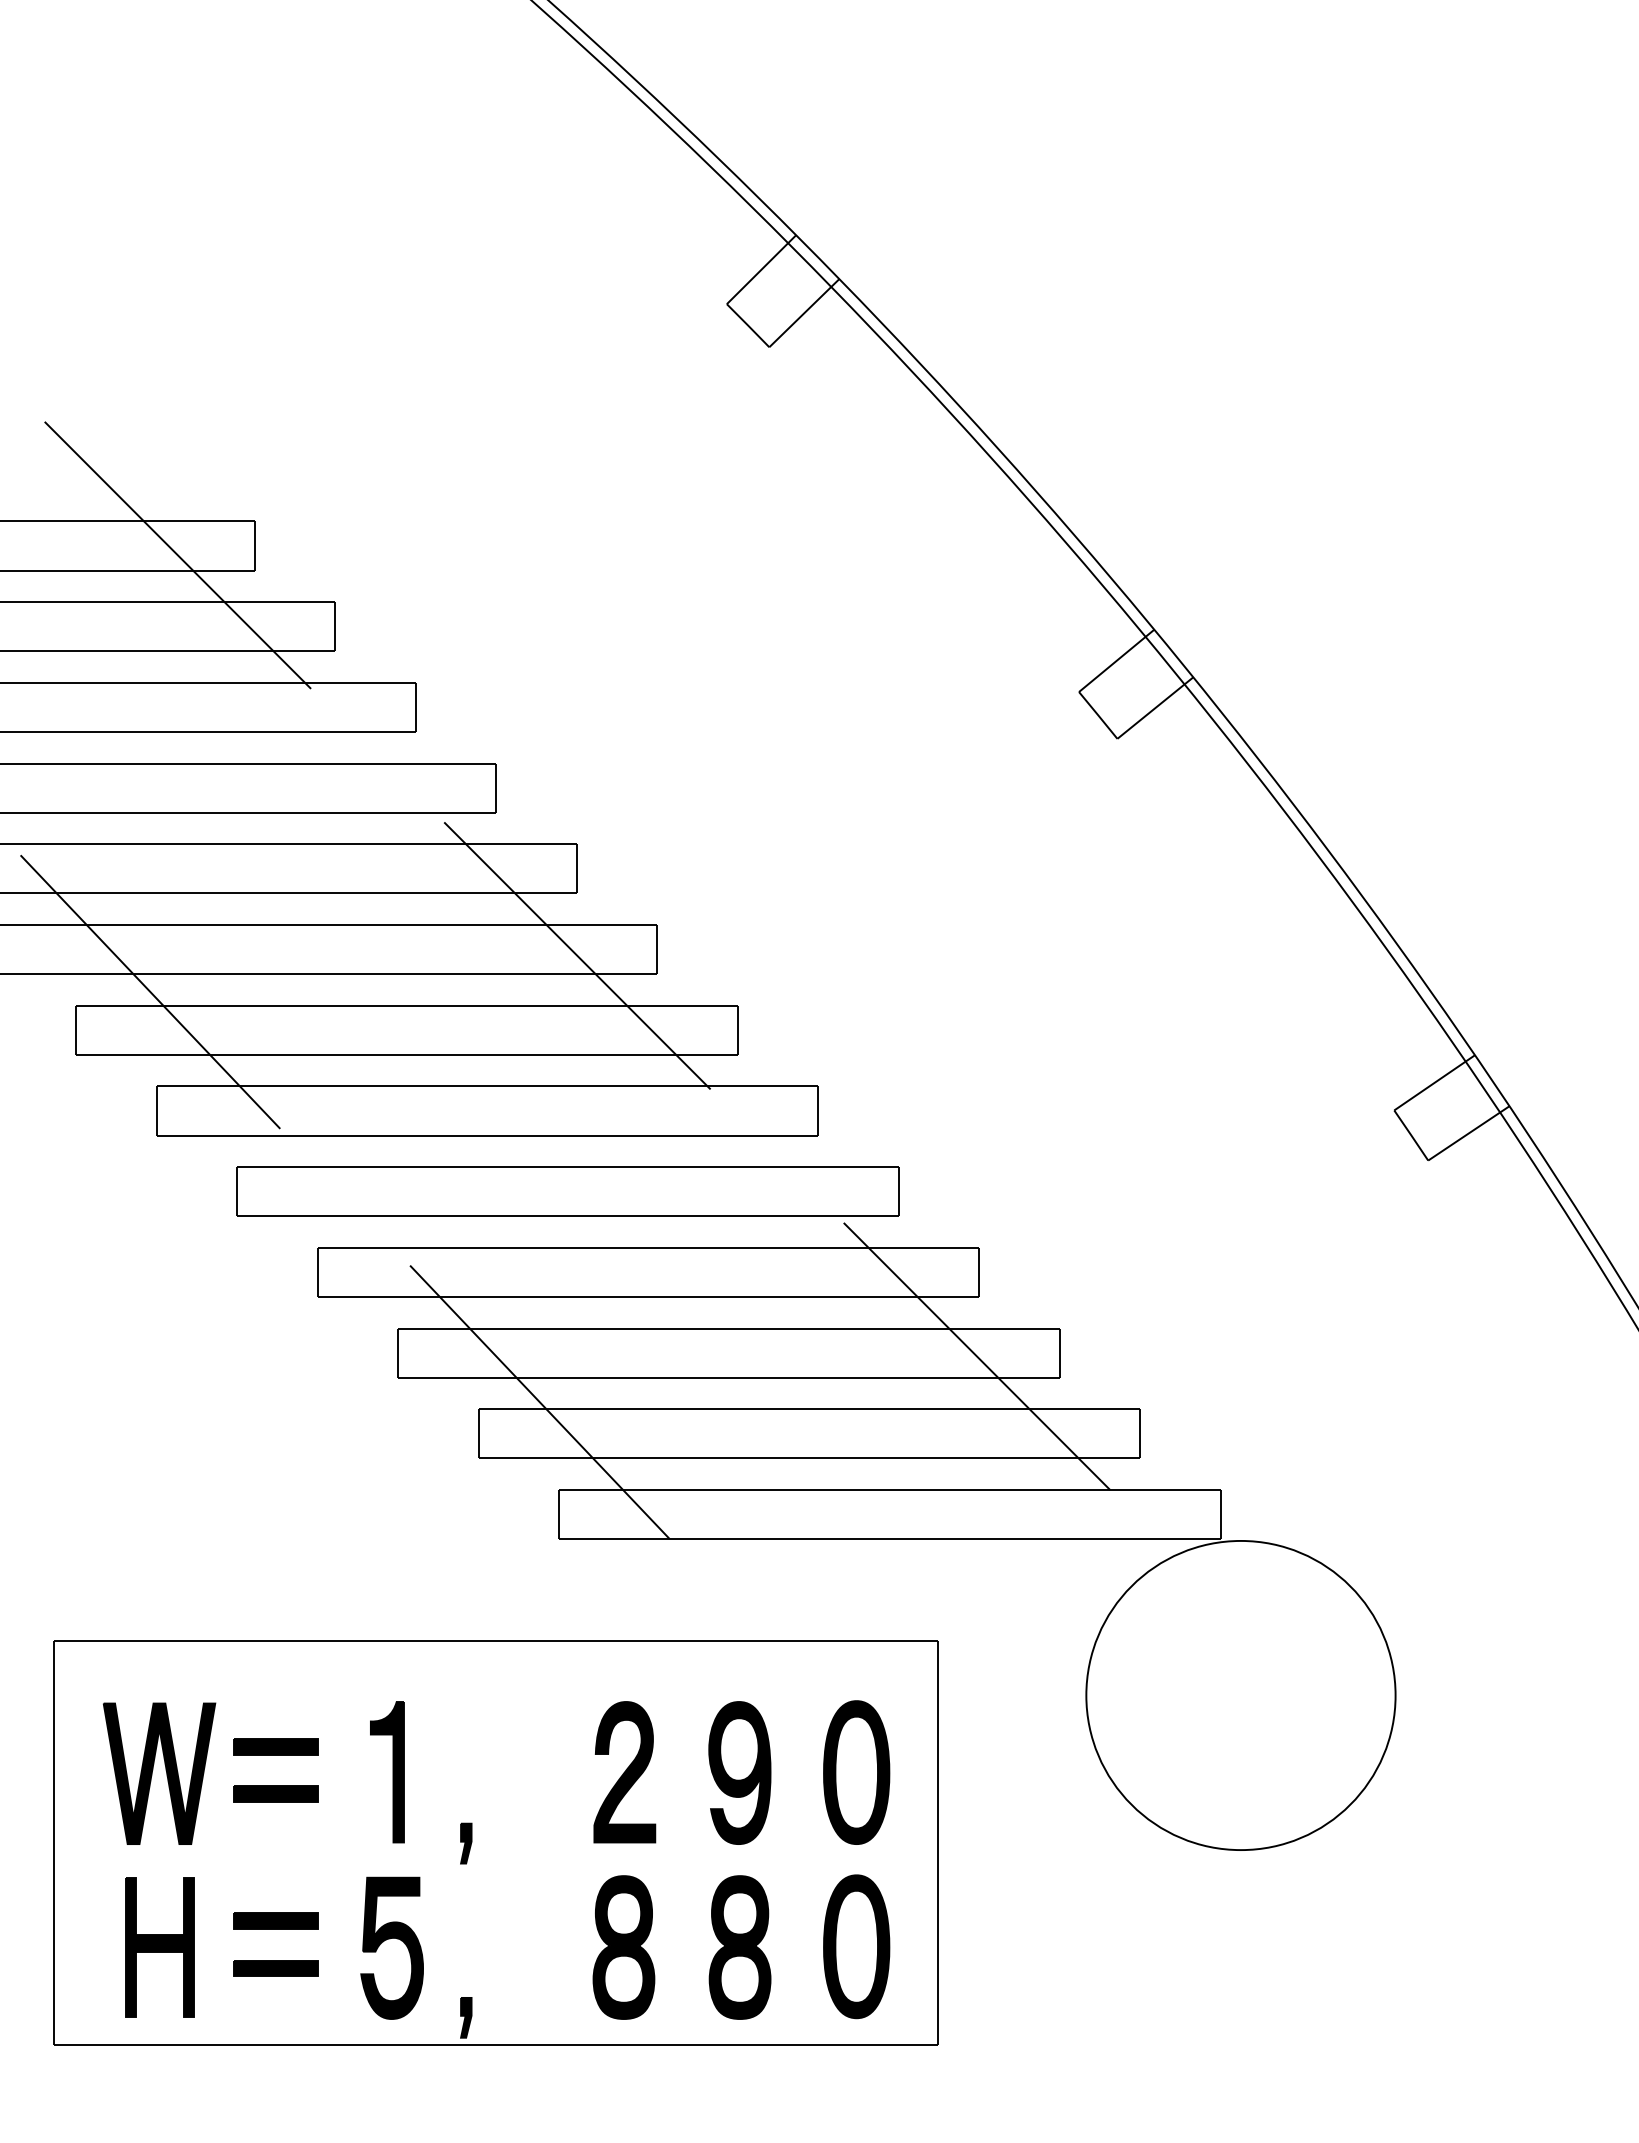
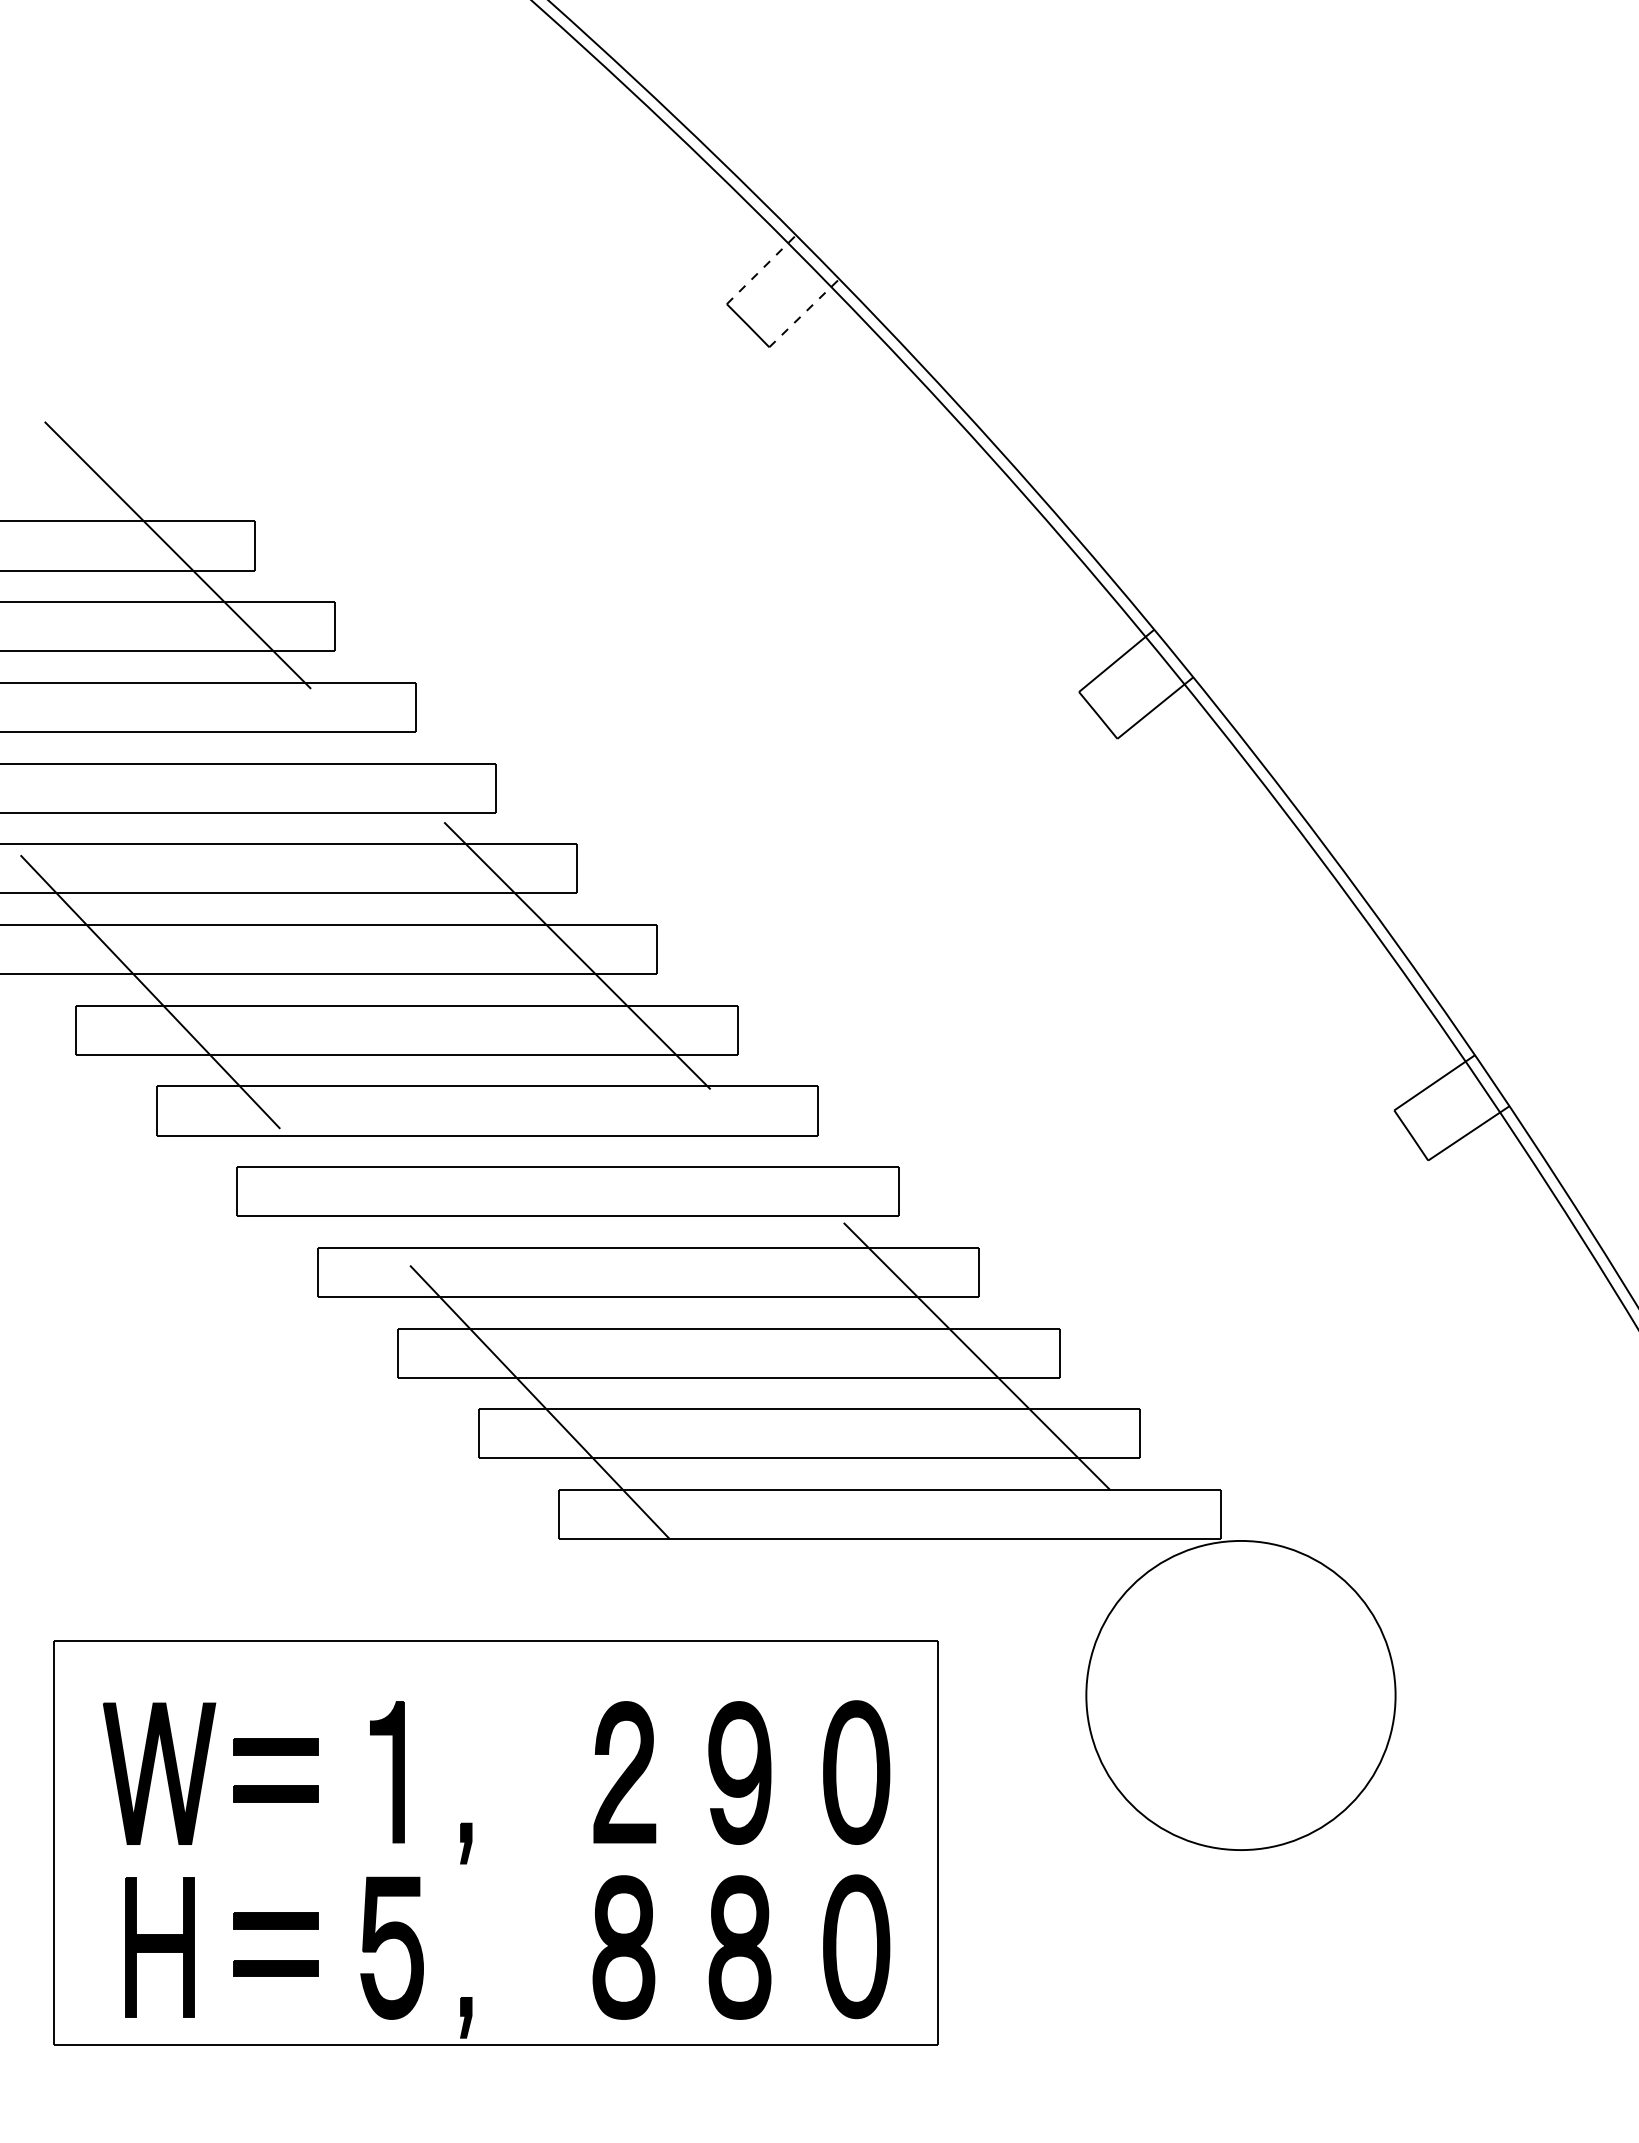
line at (761, 269): solid -> dashed
line at (804, 313): solid -> dashed
